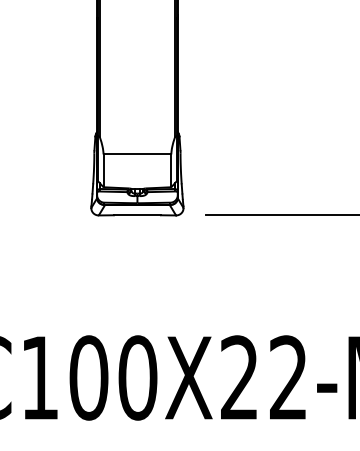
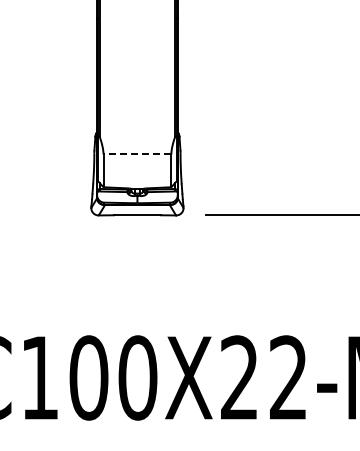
line at (137, 154): solid -> dashed
